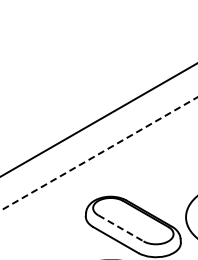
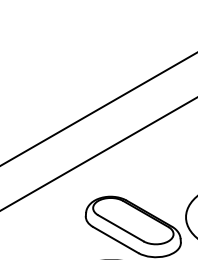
line at (98, 120) position: (98, 120) -> (98, 109)
line at (99, 154): dashed -> solid
line at (121, 228): dashed -> solid
